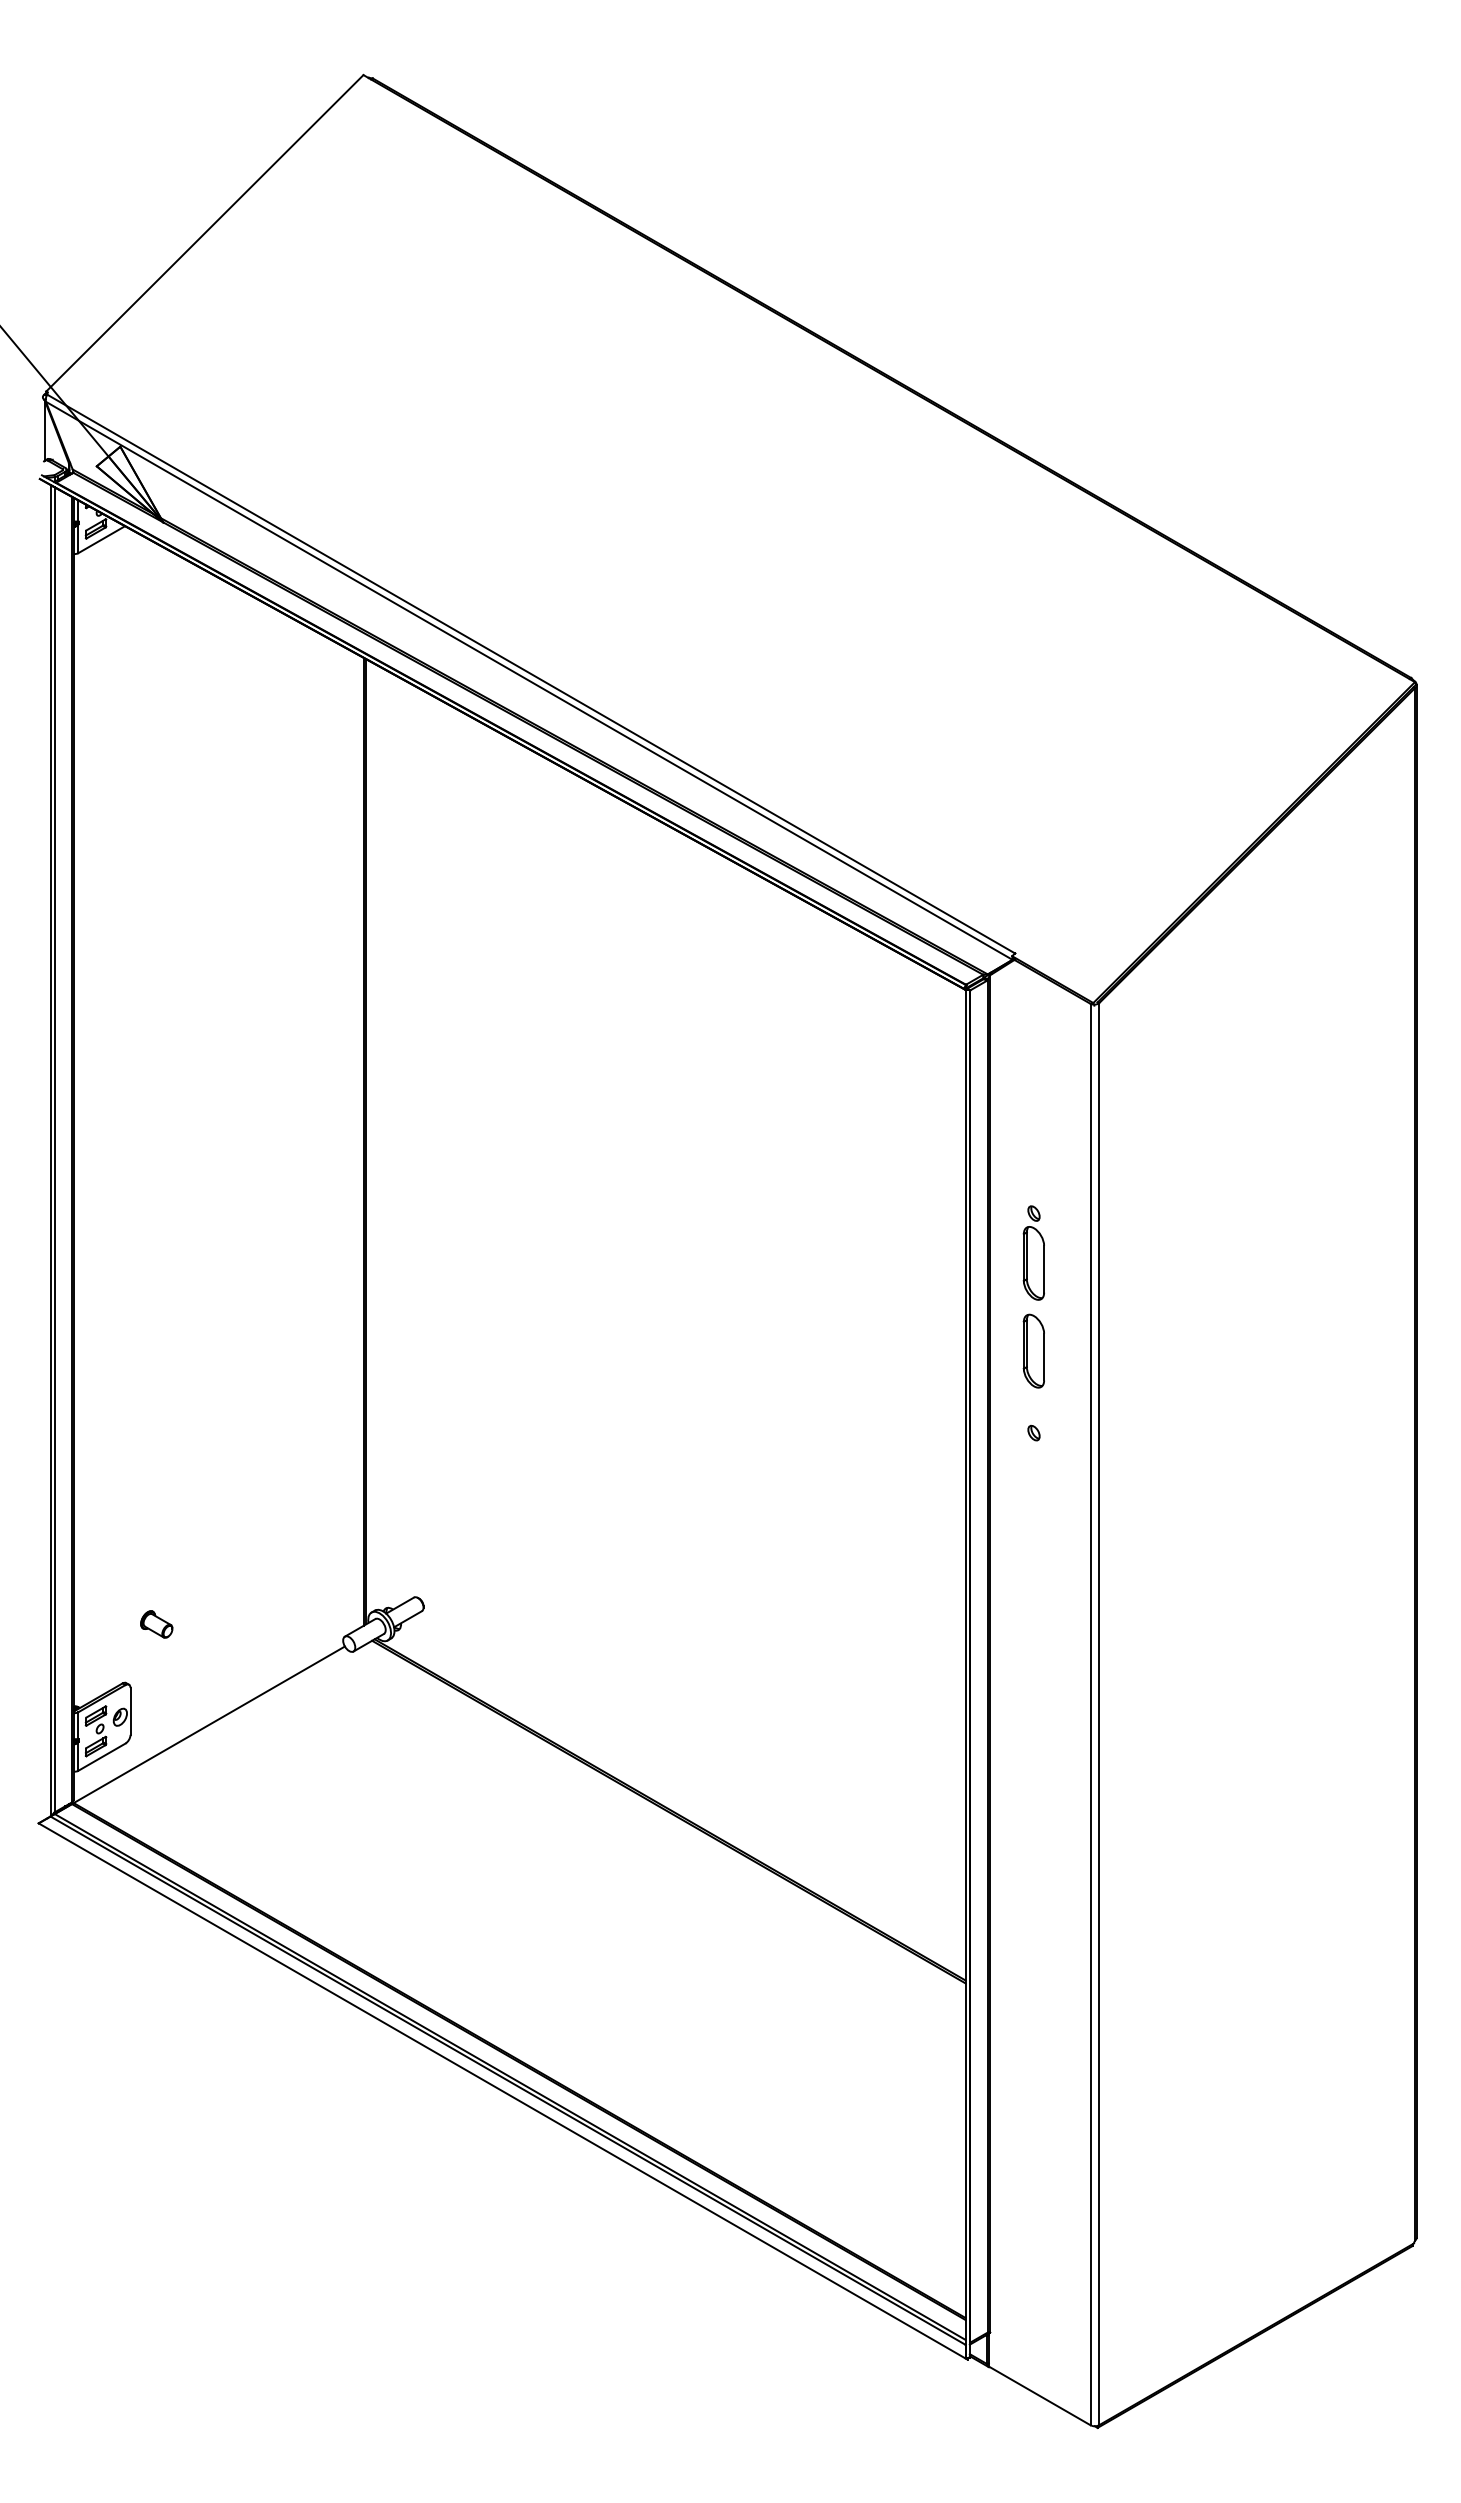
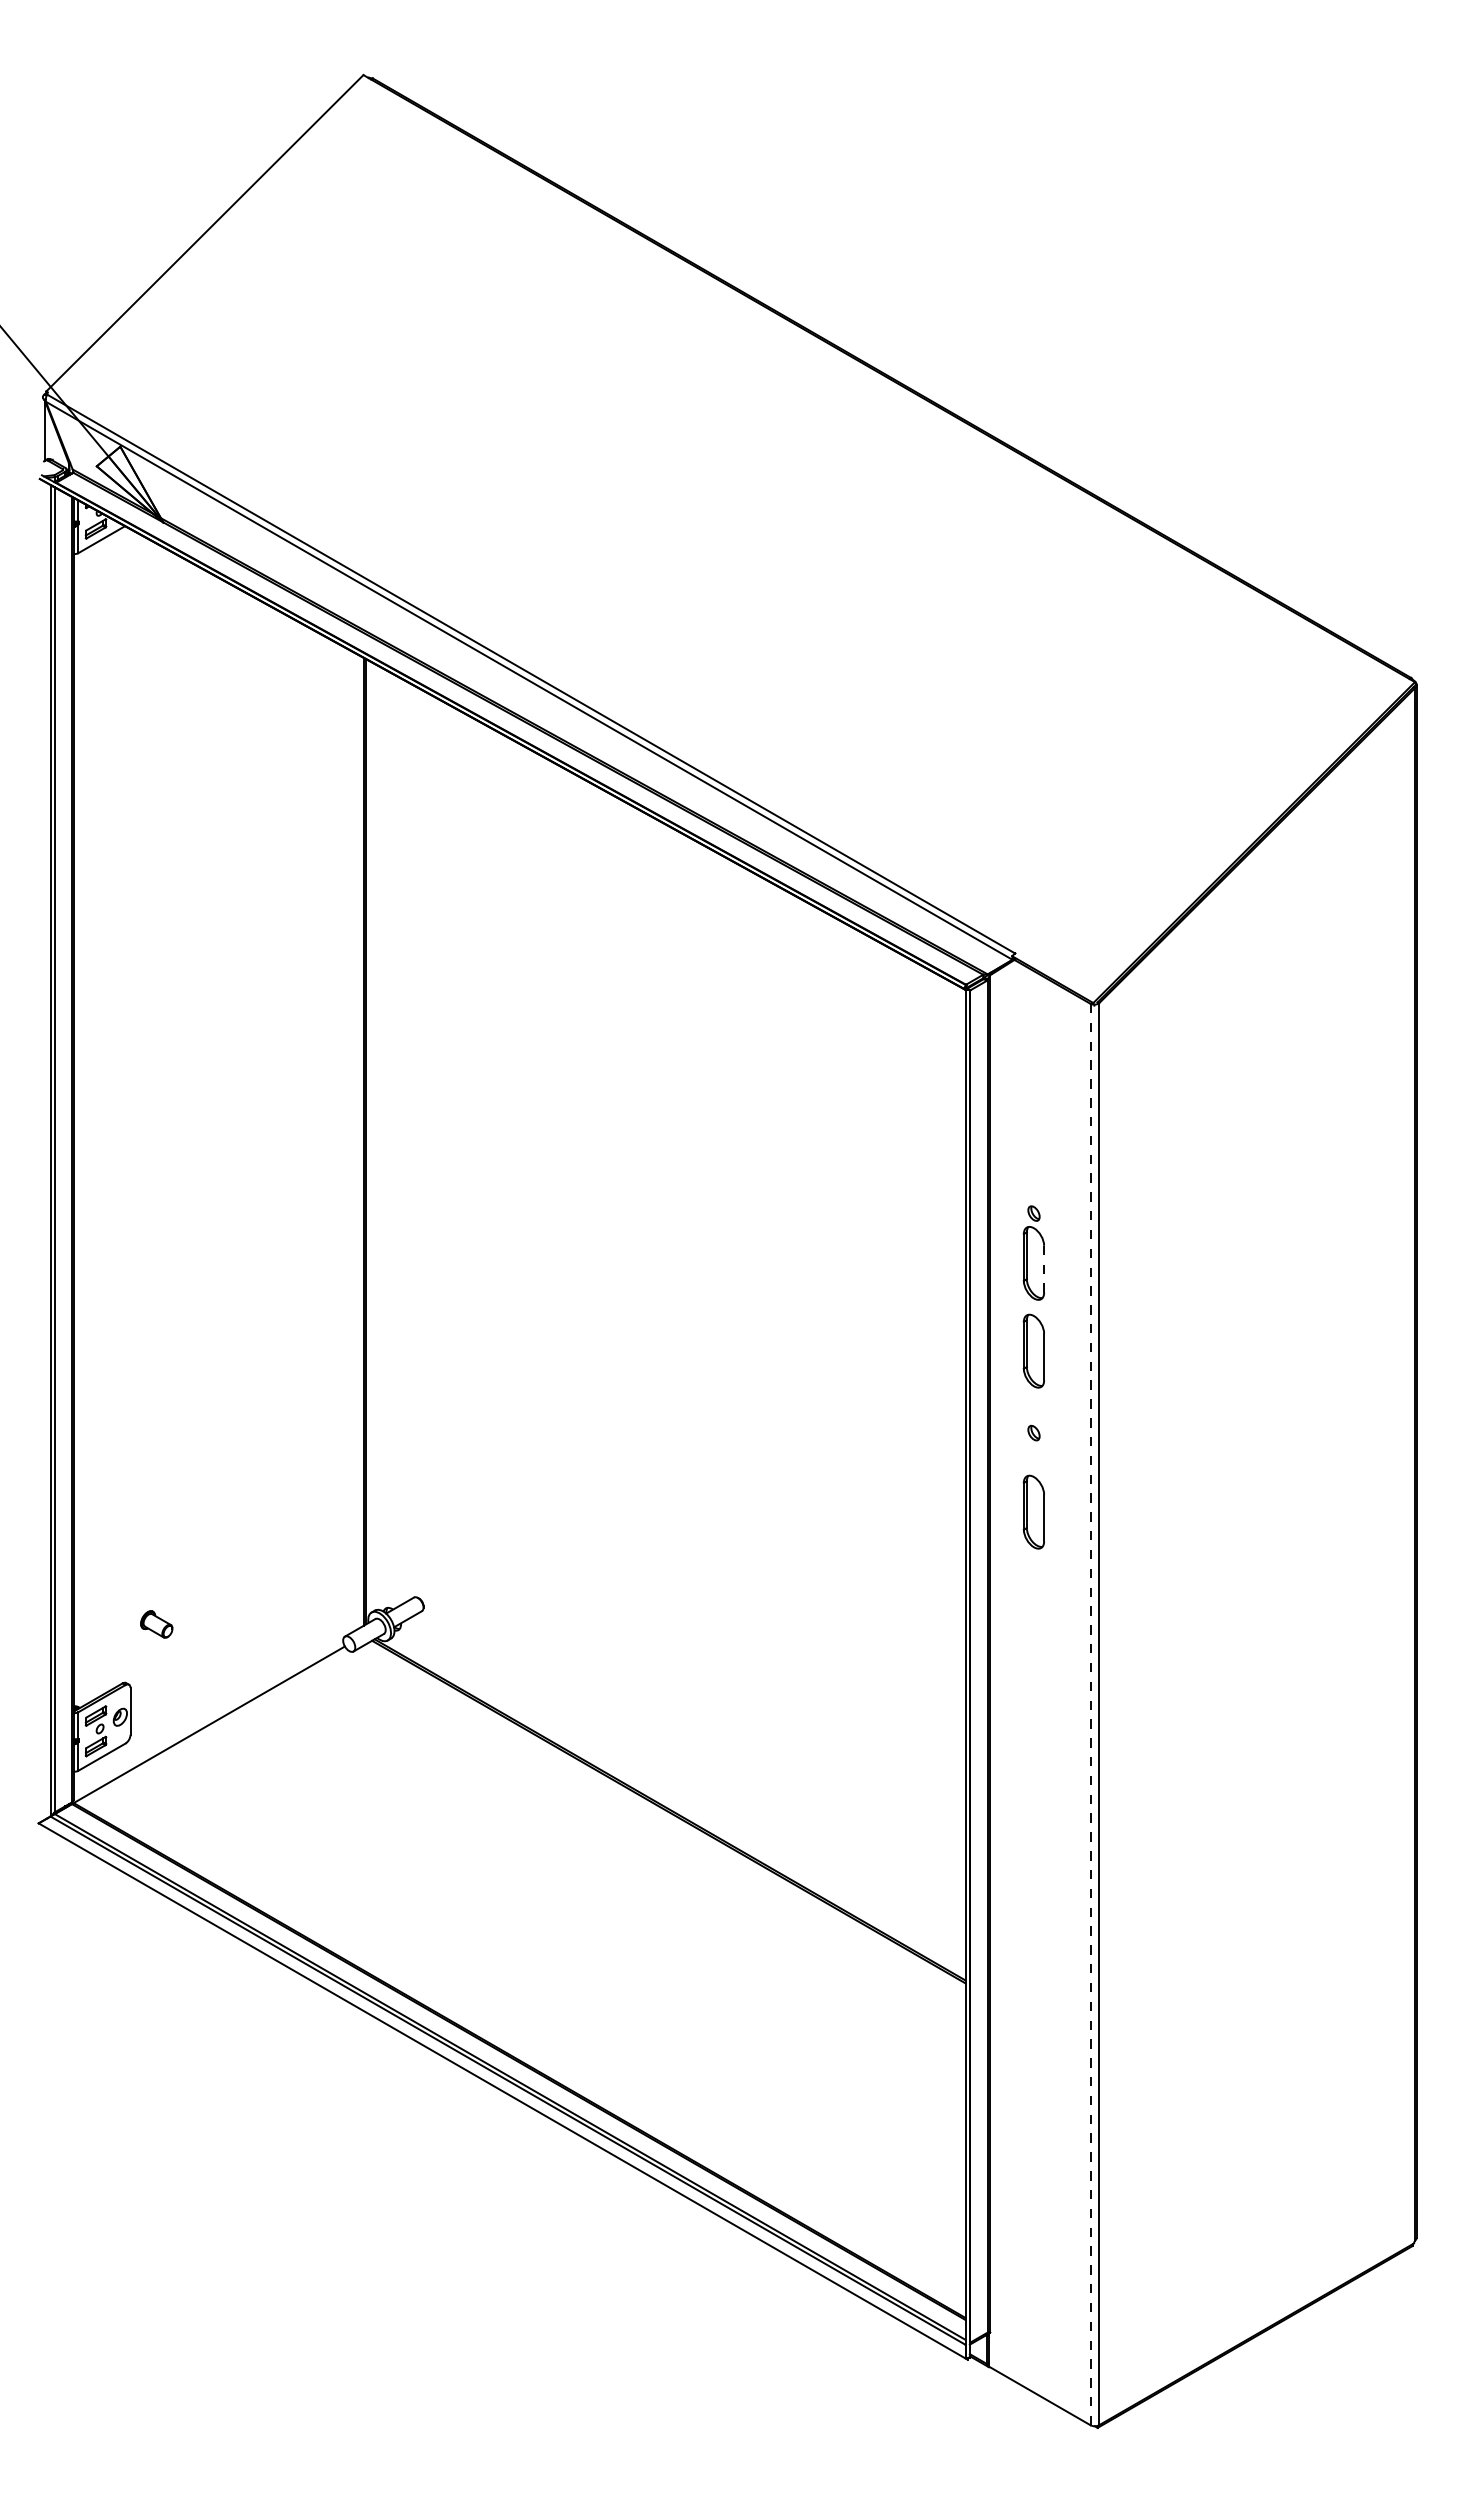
line at (1044, 1269): solid -> dashed
part at (1033, 1511): none -> present
line at (1090, 1714): solid -> dashed
